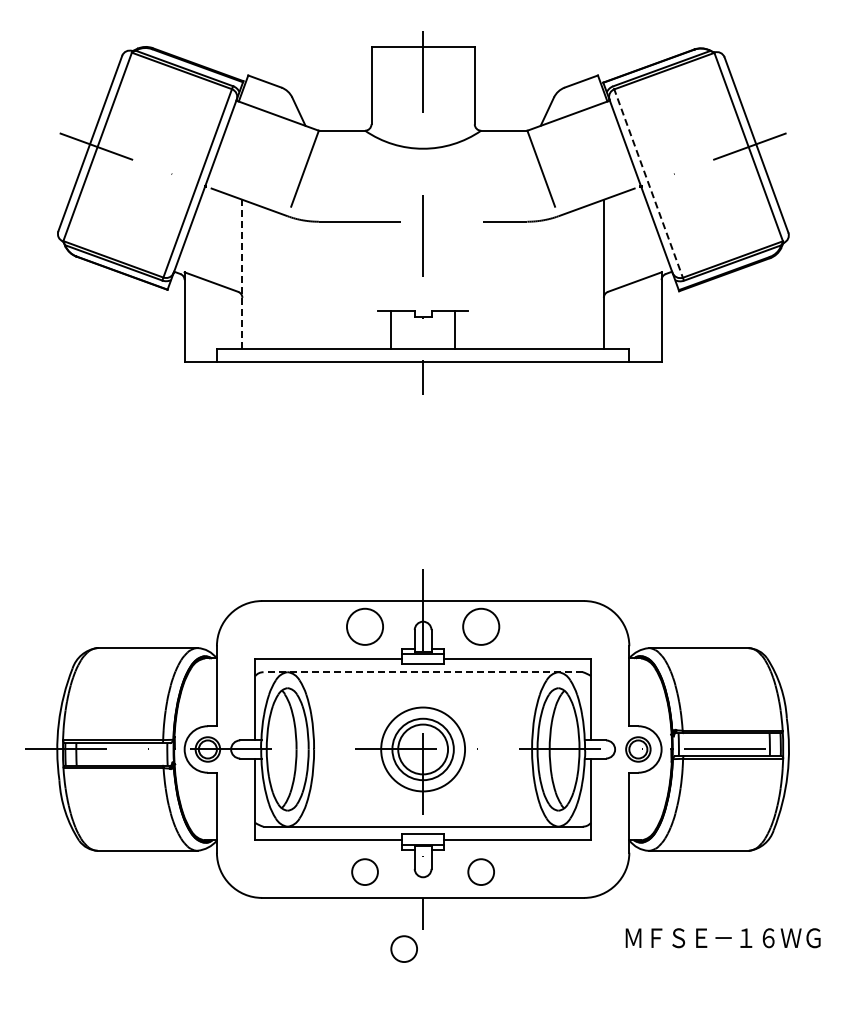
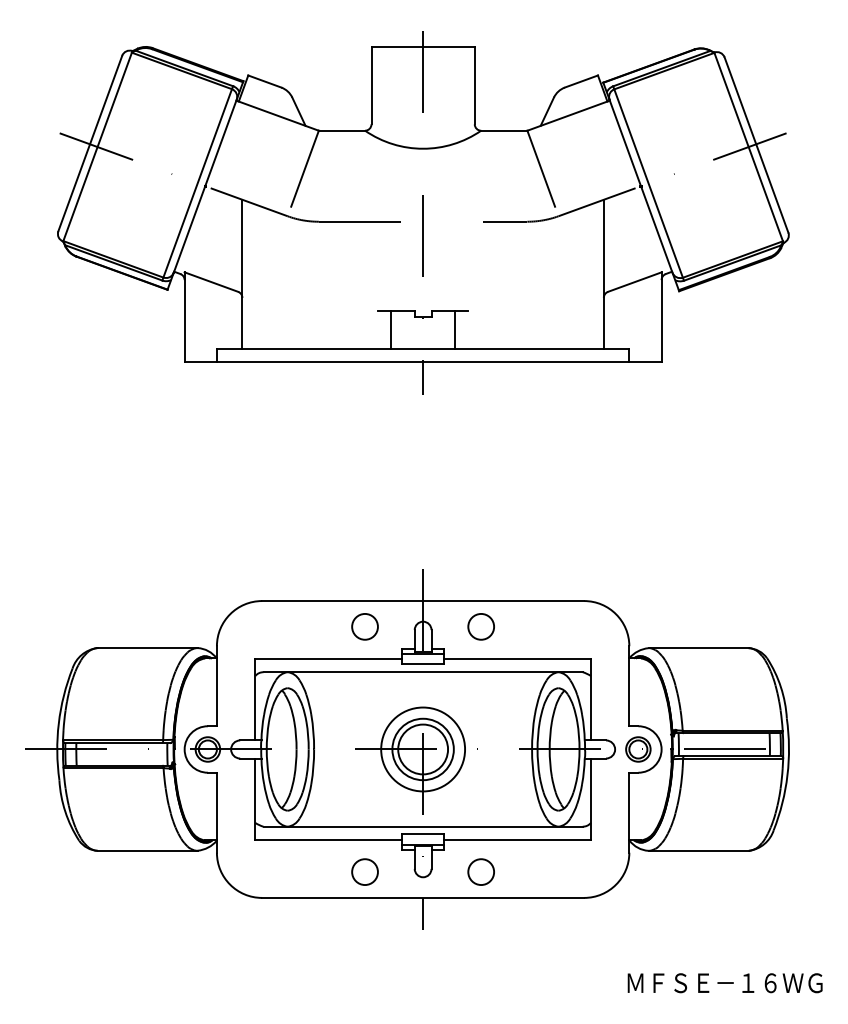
line at (648, 183): dashed -> solid
line at (242, 274): dashed -> solid
circle at (364, 626) diameter: 36 px -> 26 px
circle at (481, 626) diameter: 36 px -> 26 px
line at (423, 672): dashed -> solid
text at (722, 938) position: (722, 938) -> (724, 983)
circle at (403, 948): present -> none
